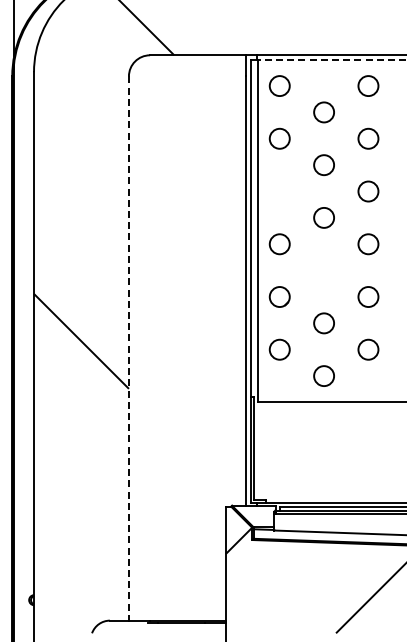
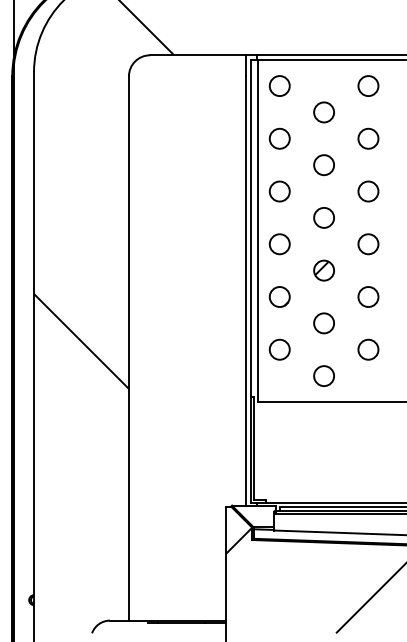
line at (331, 59): dashed -> solid
circle at (279, 191): none -> present
part at (323, 270): none -> present
line at (128, 349): dashed -> solid
